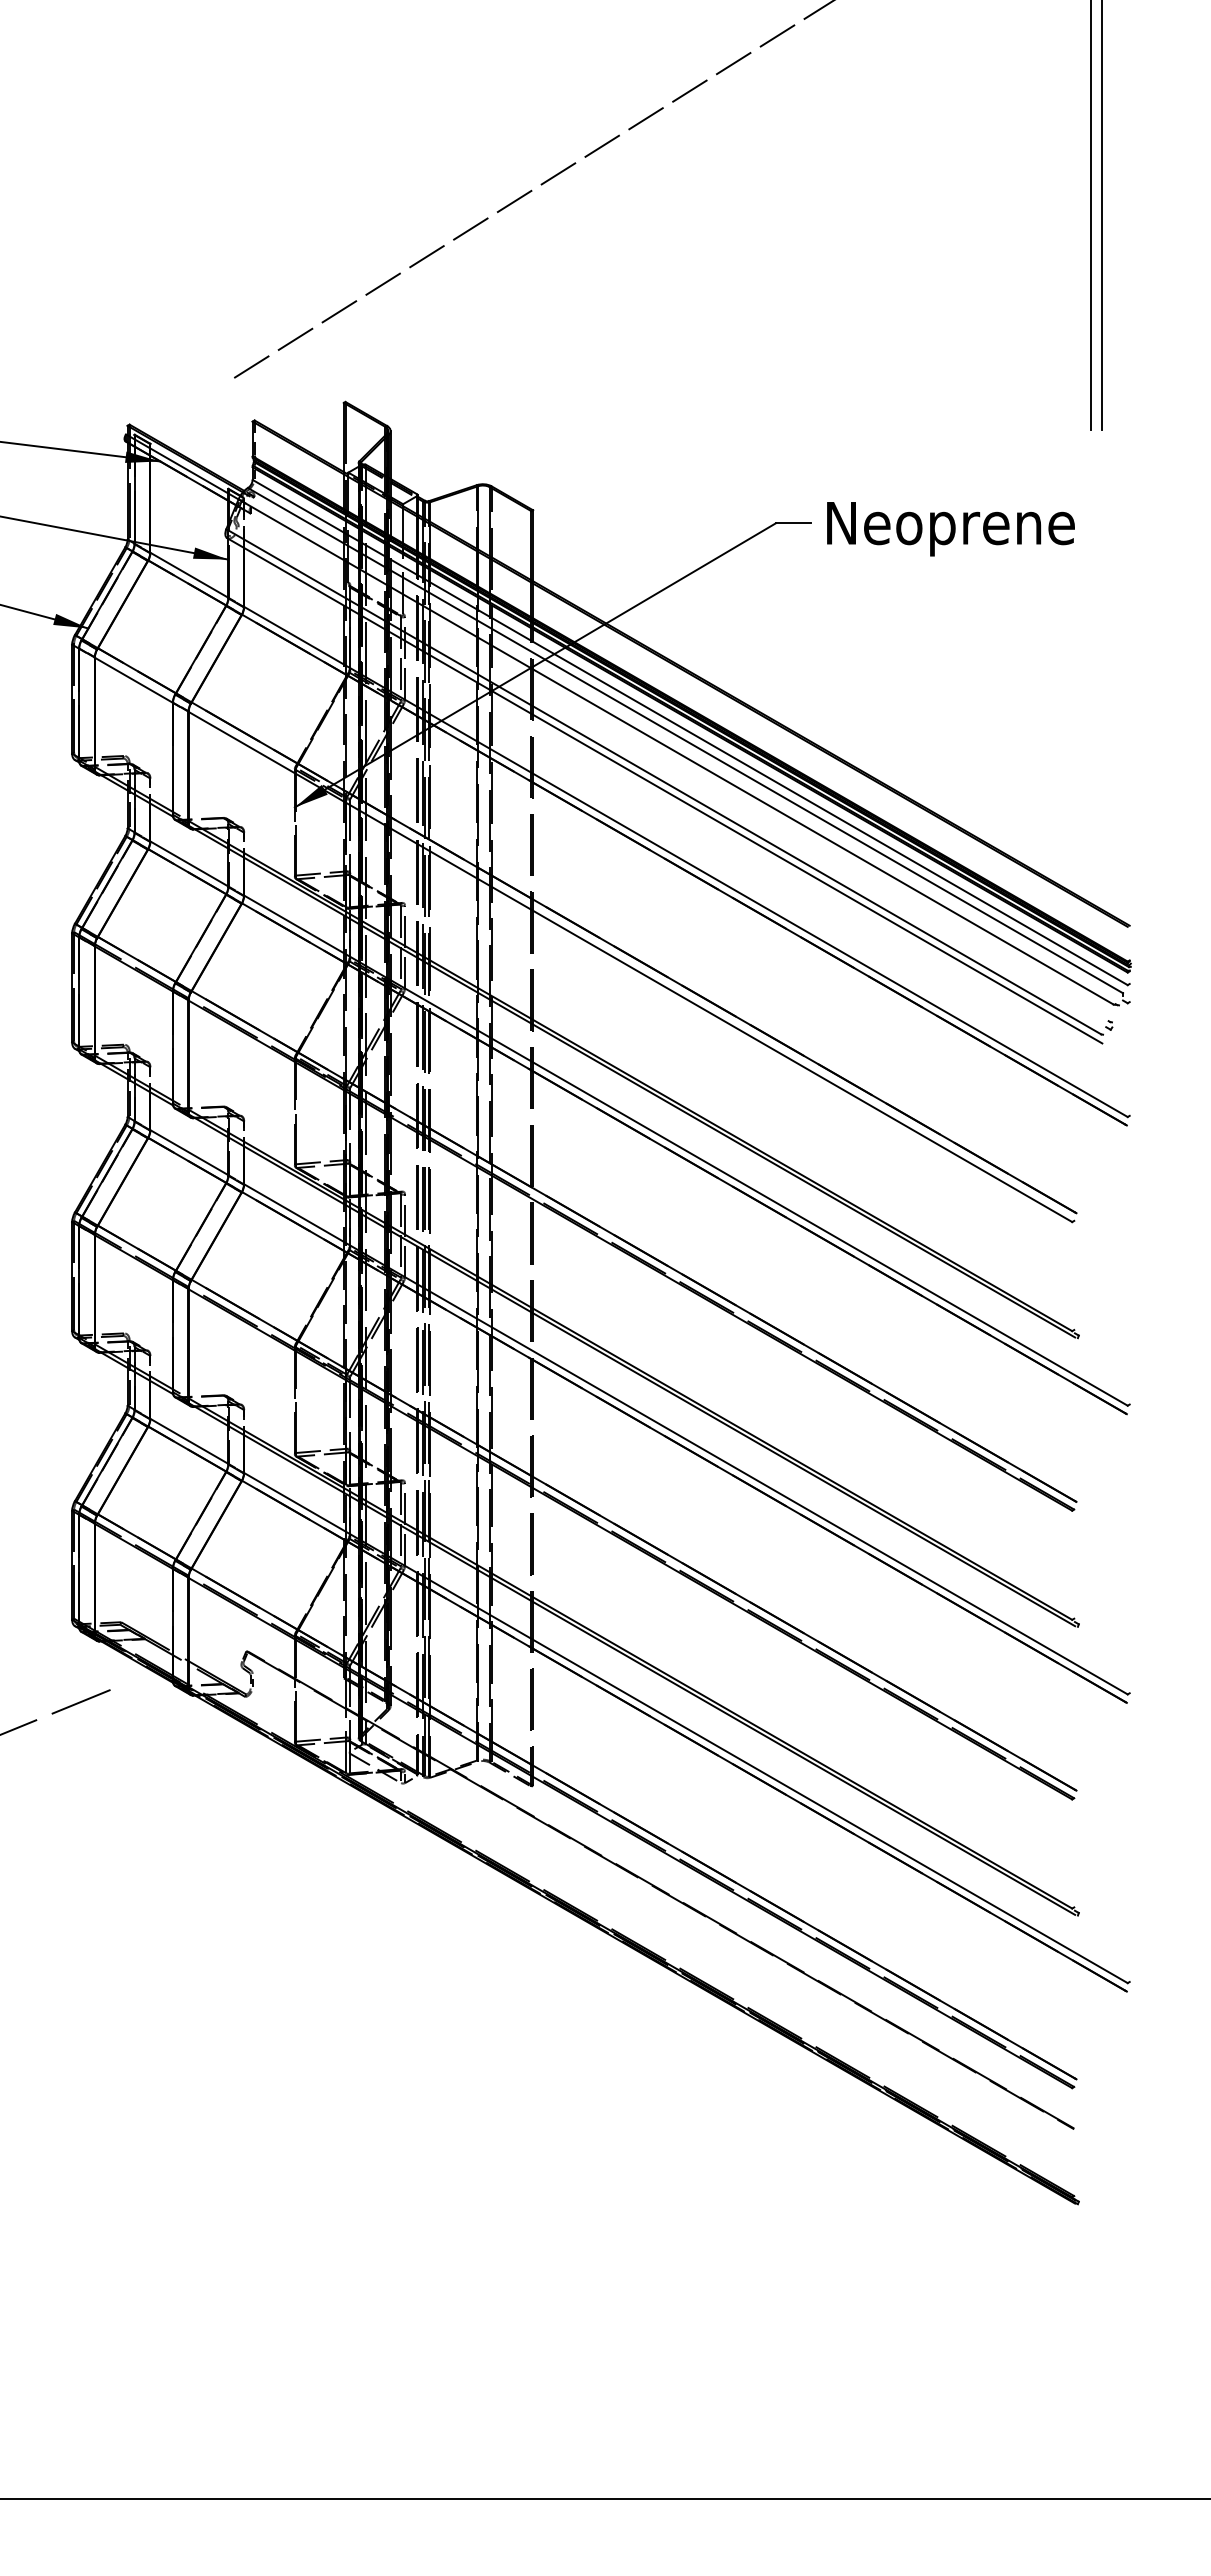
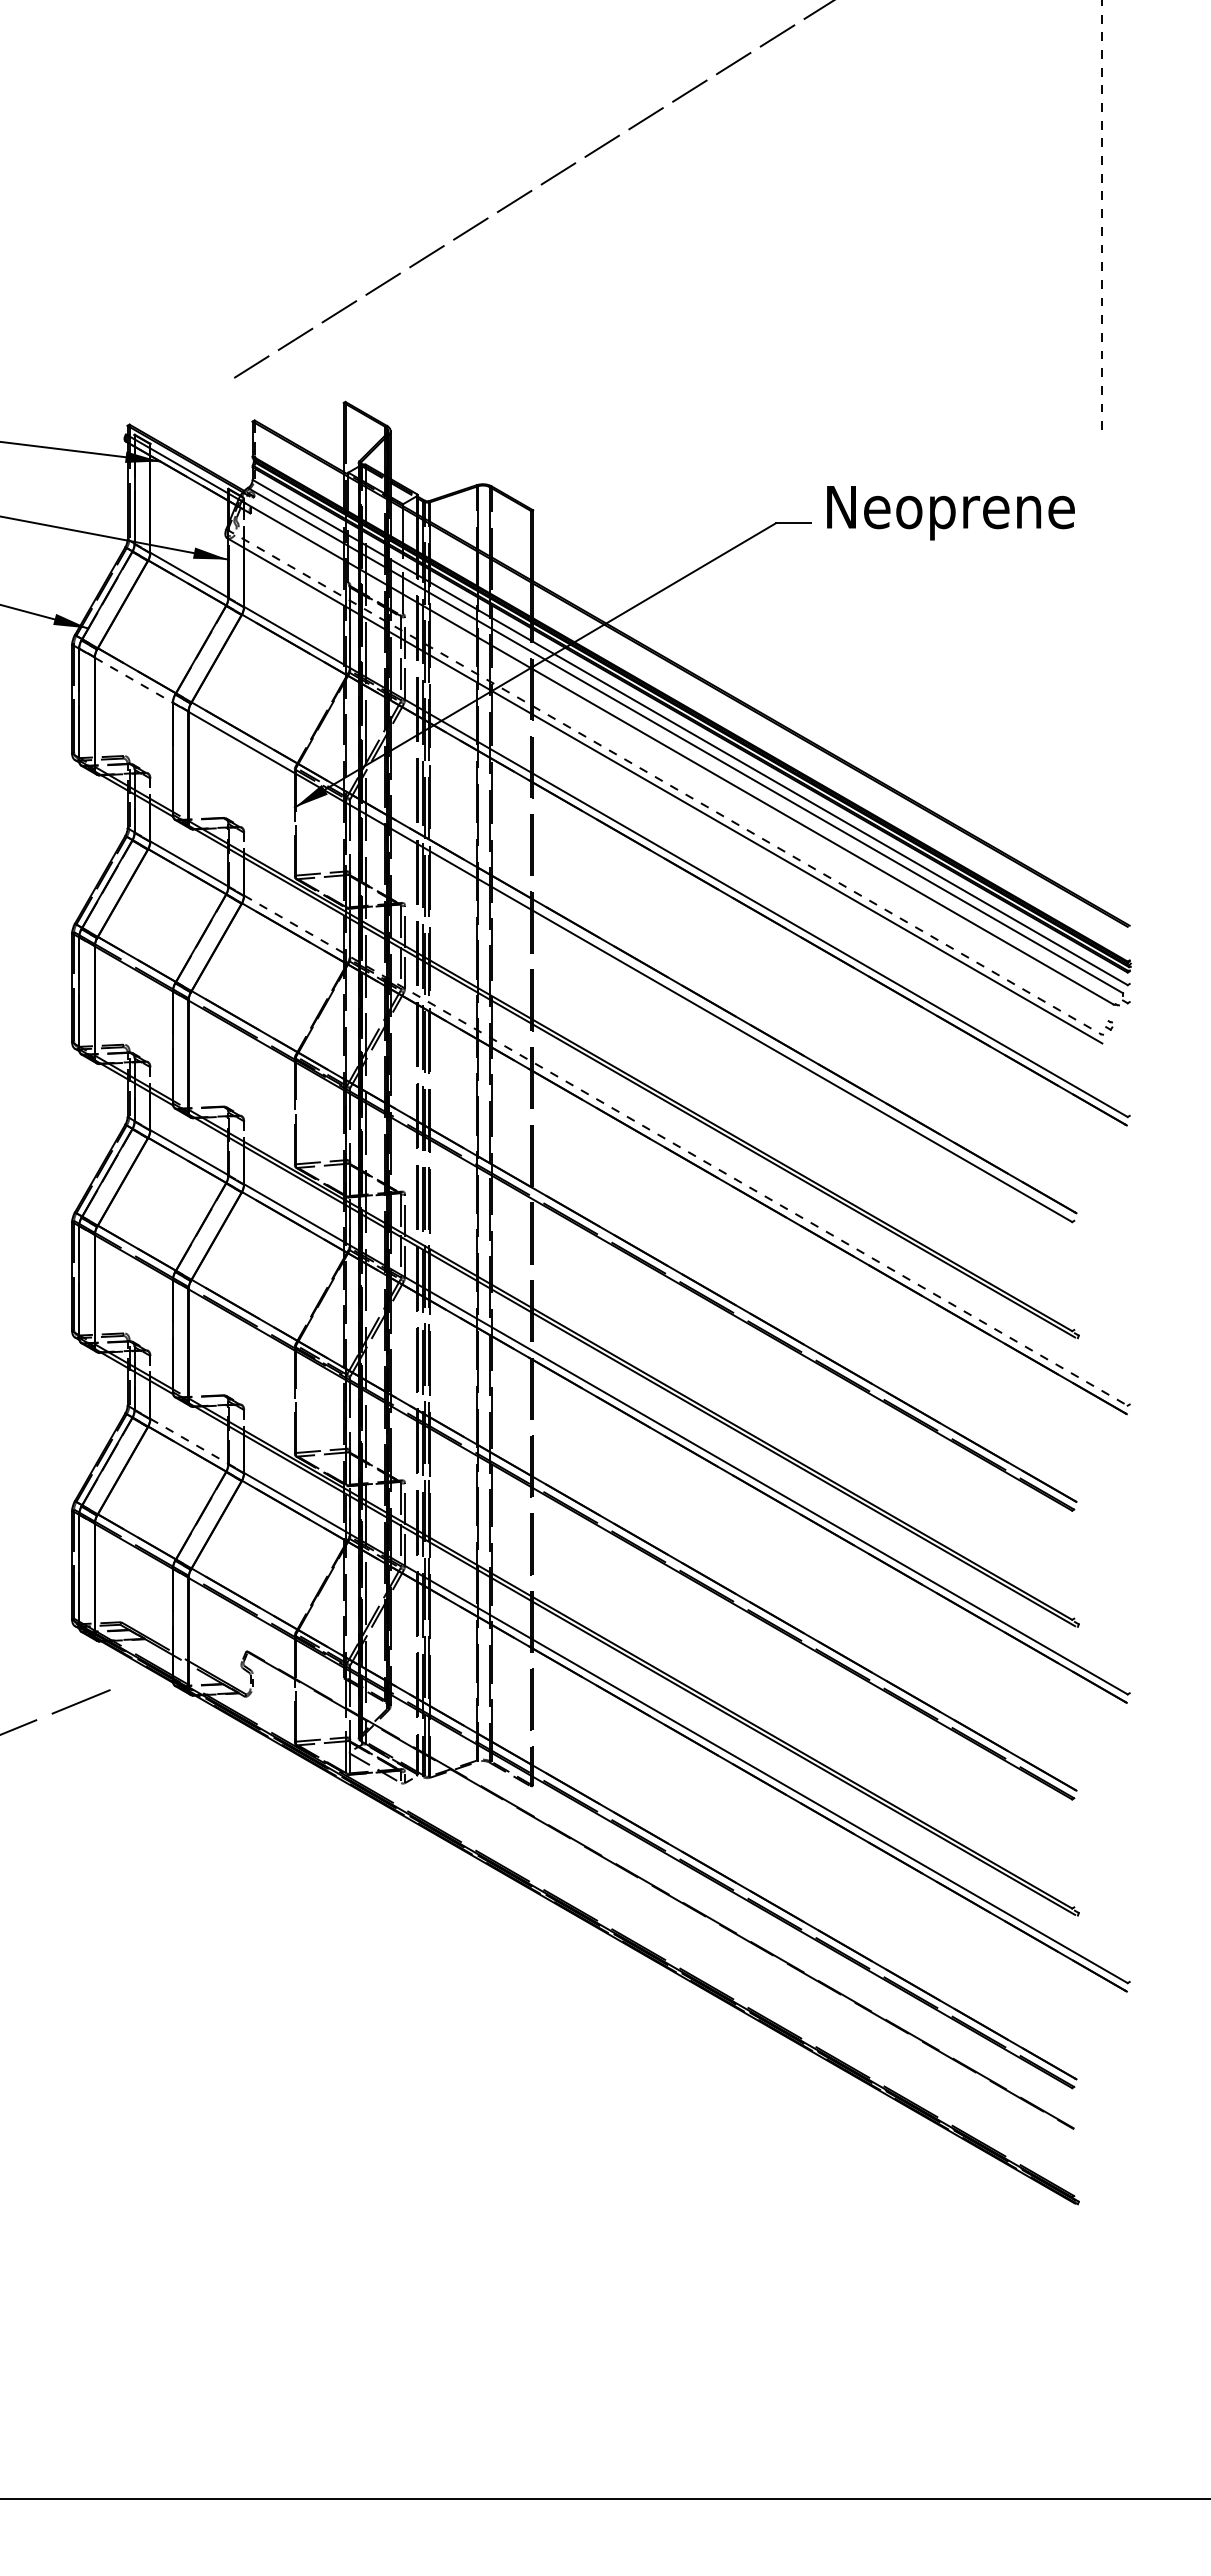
line at (1101, 215): solid -> dashed
line at (1090, 216): present -> none
text at (950, 529) position: (950, 529) -> (950, 513)
line at (133, 680): solid -> dashed
line at (664, 782): solid -> dashed
line at (686, 1150): solid -> dashed
line at (189, 1441): solid -> dashed
